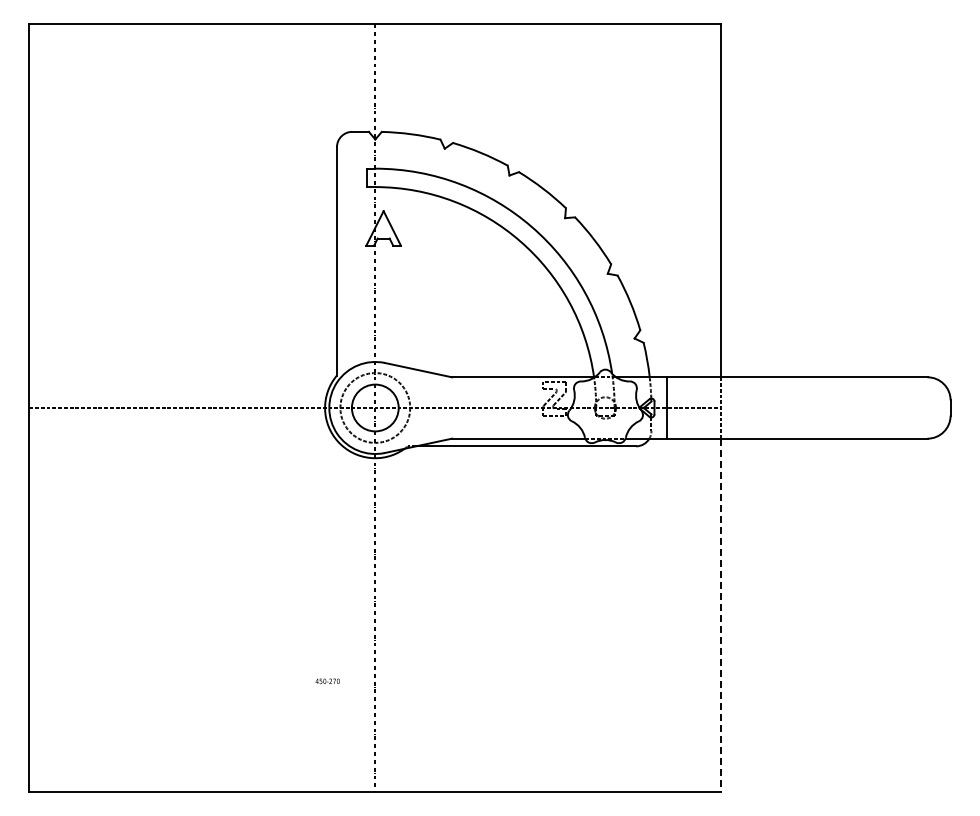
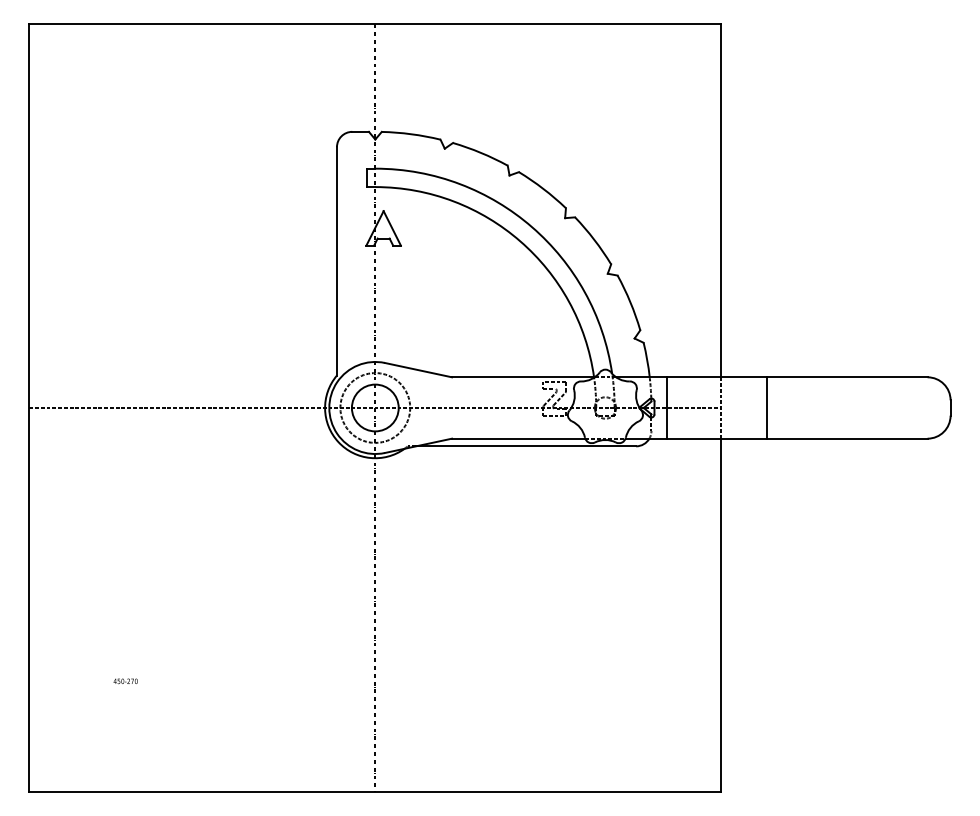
line at (766, 407): none -> present
line at (721, 615): dashed -> solid
text at (327, 681) position: (327, 681) -> (125, 681)
